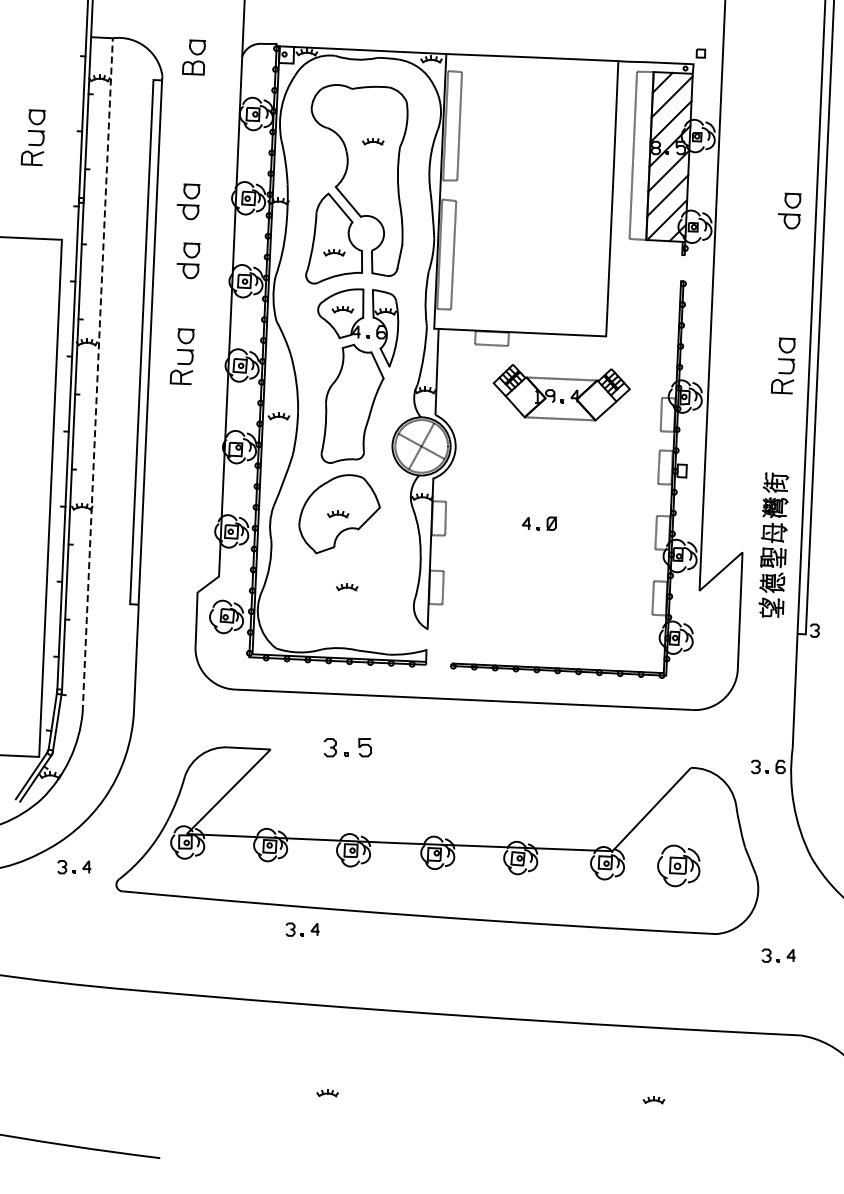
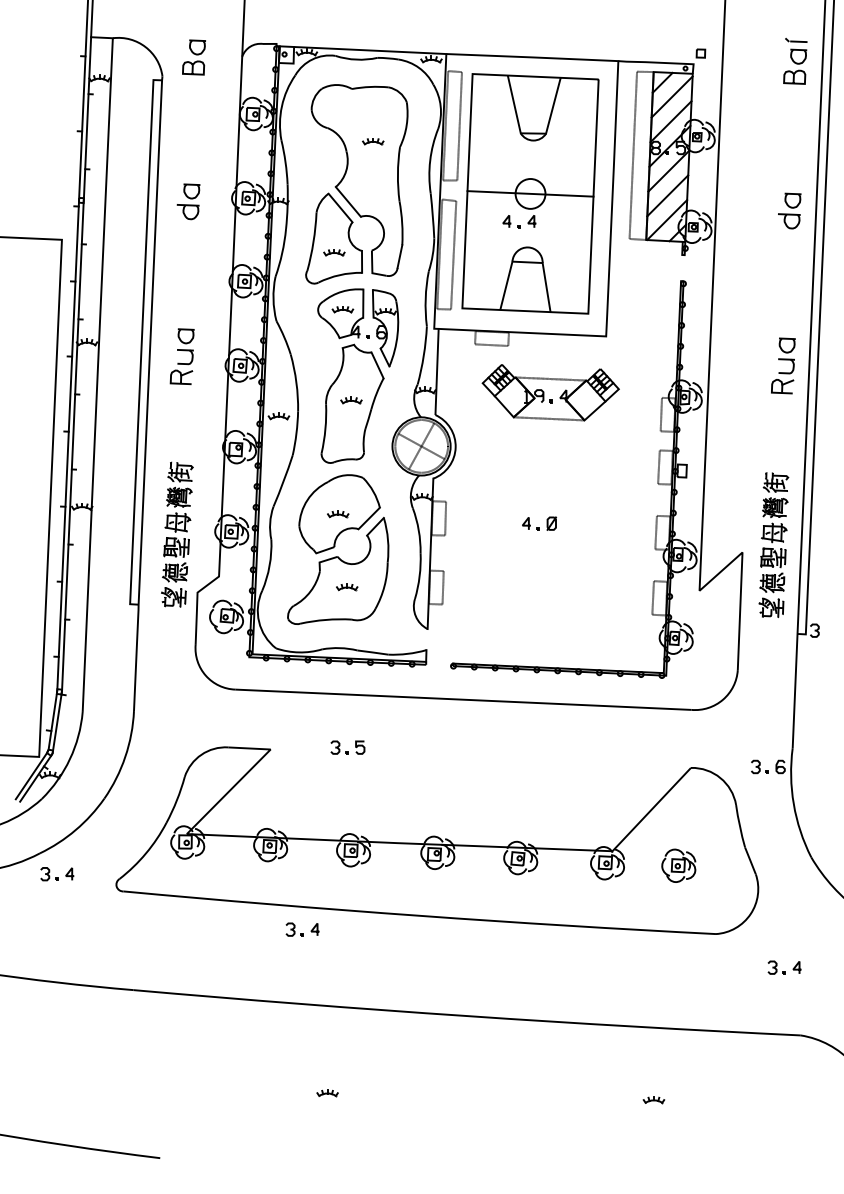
part at (795, 61): none -> present
part at (32, 137): present -> none
part at (530, 193): none -> present
part at (188, 260): present -> none
line at (97, 374): dashed -> solid
part at (561, 392) position: (561, 392) -> (550, 392)
part at (351, 400): none -> present
part at (177, 534): none -> present
part at (338, 570): none -> present
part at (347, 747) size: 49x20 px -> 36x15 px
part at (678, 865) size: 44x44 px -> 36x35 px
part at (74, 867) position: (74, 867) -> (57, 874)
part at (778, 955) position: (778, 955) -> (784, 967)
